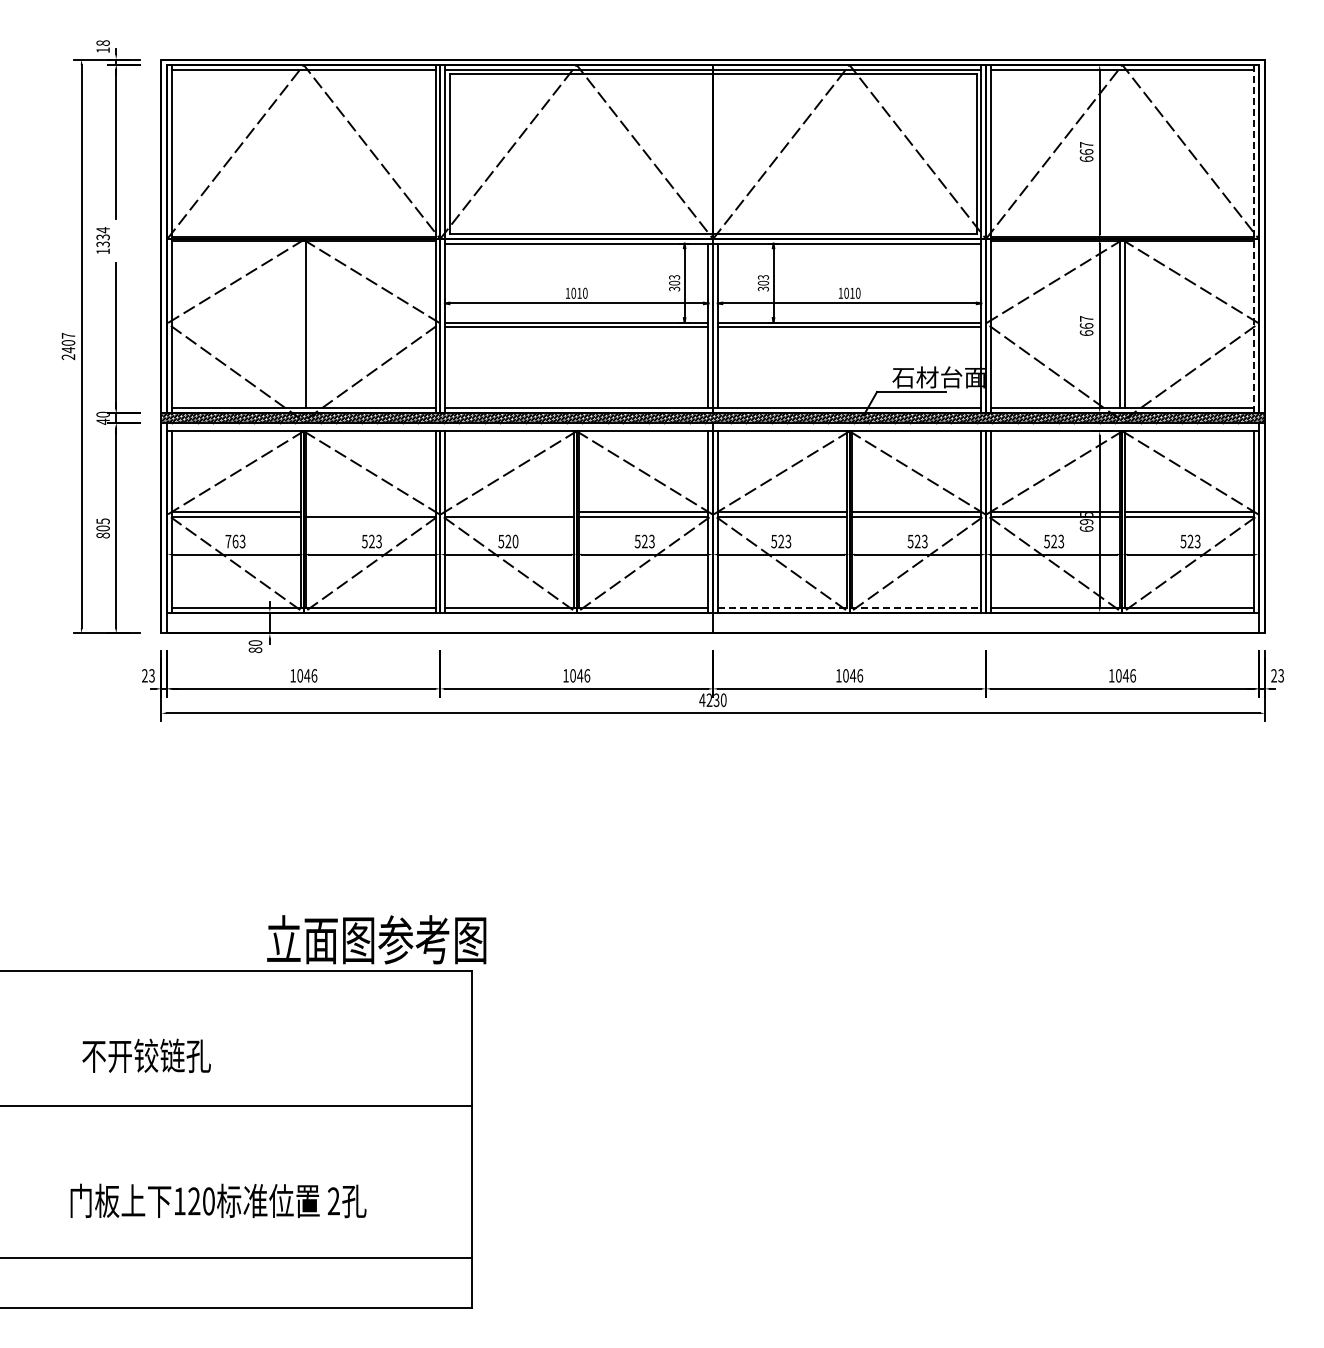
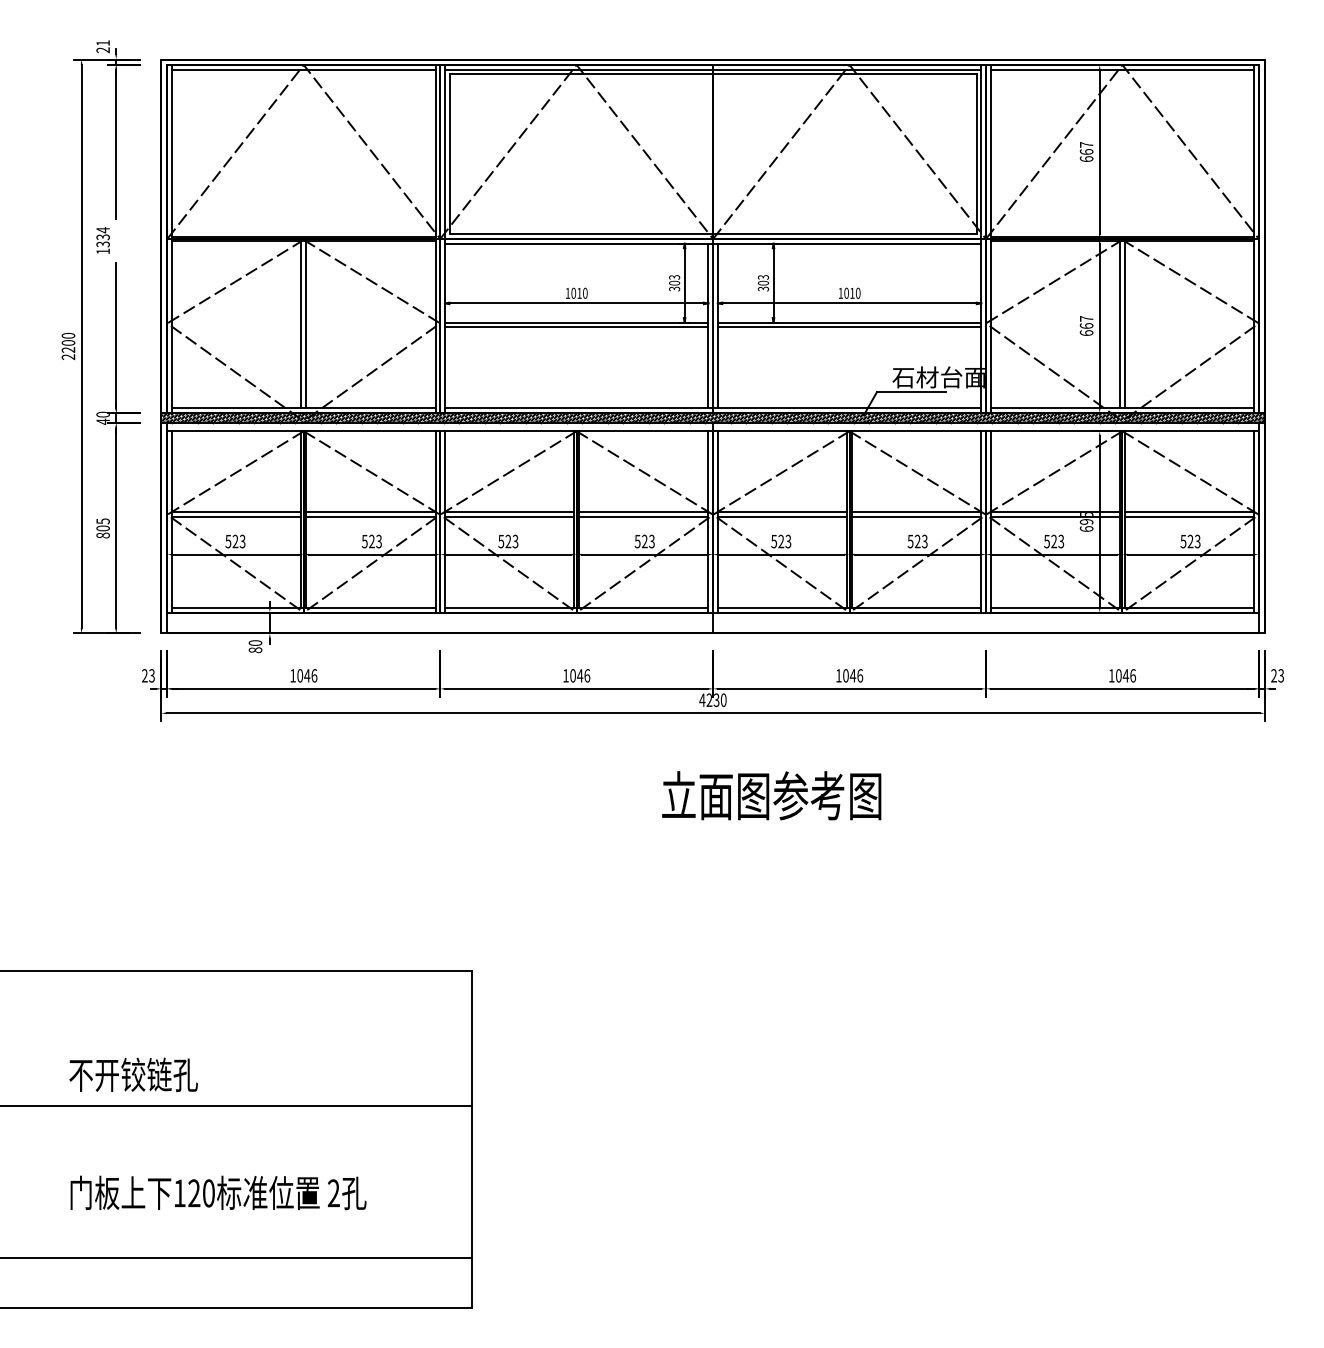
text at (102, 46): 18 -> 21
line at (1254, 239): dashed -> solid
line at (301, 324): none -> present
text at (68, 342): 2407 -> 2200
line at (370, 511): none -> present
line at (509, 511): none -> present
text at (231, 541): 763 -> 523
text at (515, 541): 520 -> 523
line at (849, 607): dashed -> solid
text at (376, 939) position: (376, 939) -> (771, 795)
text at (146, 1055) position: (146, 1055) -> (133, 1074)
text at (218, 1200) position: (218, 1200) -> (218, 1192)
